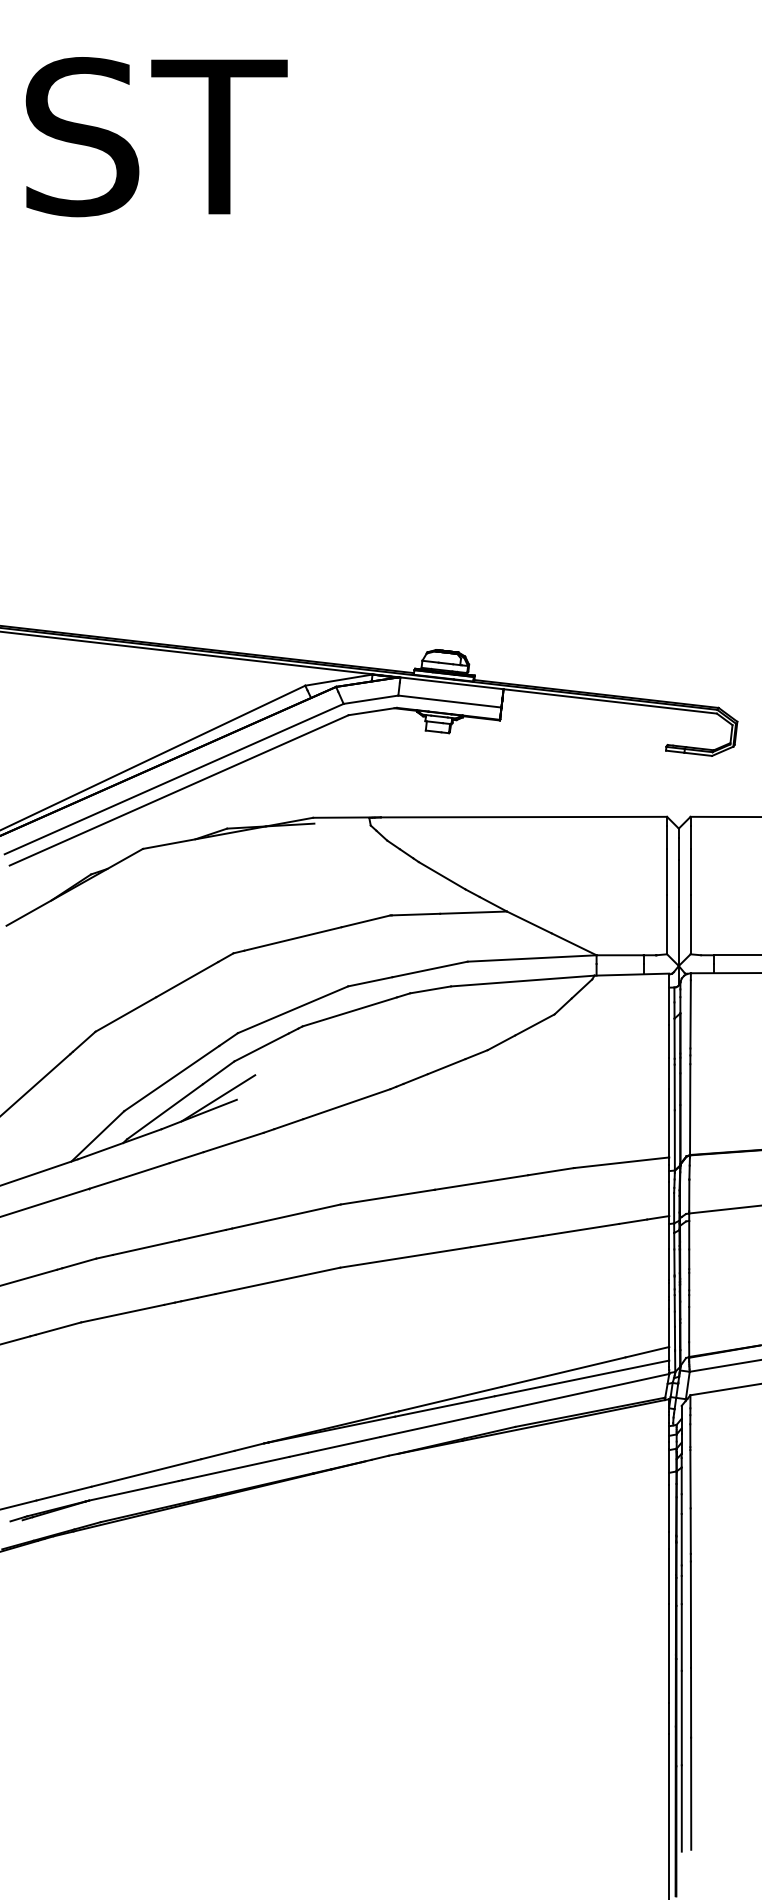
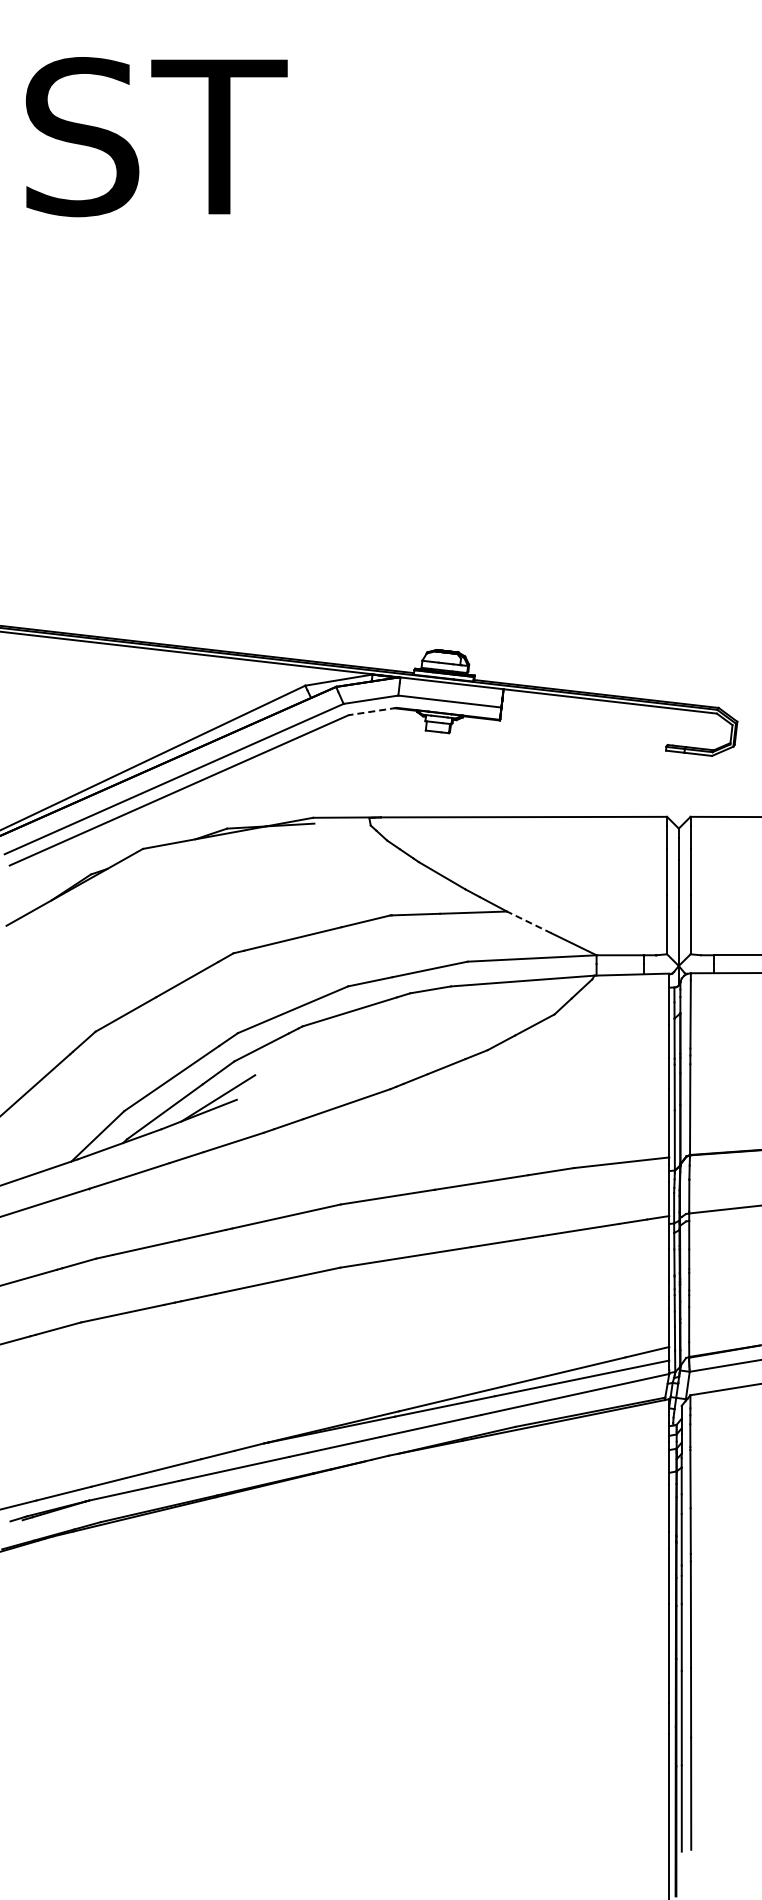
line at (372, 711): solid -> dashed
line at (529, 922): solid -> dashed
